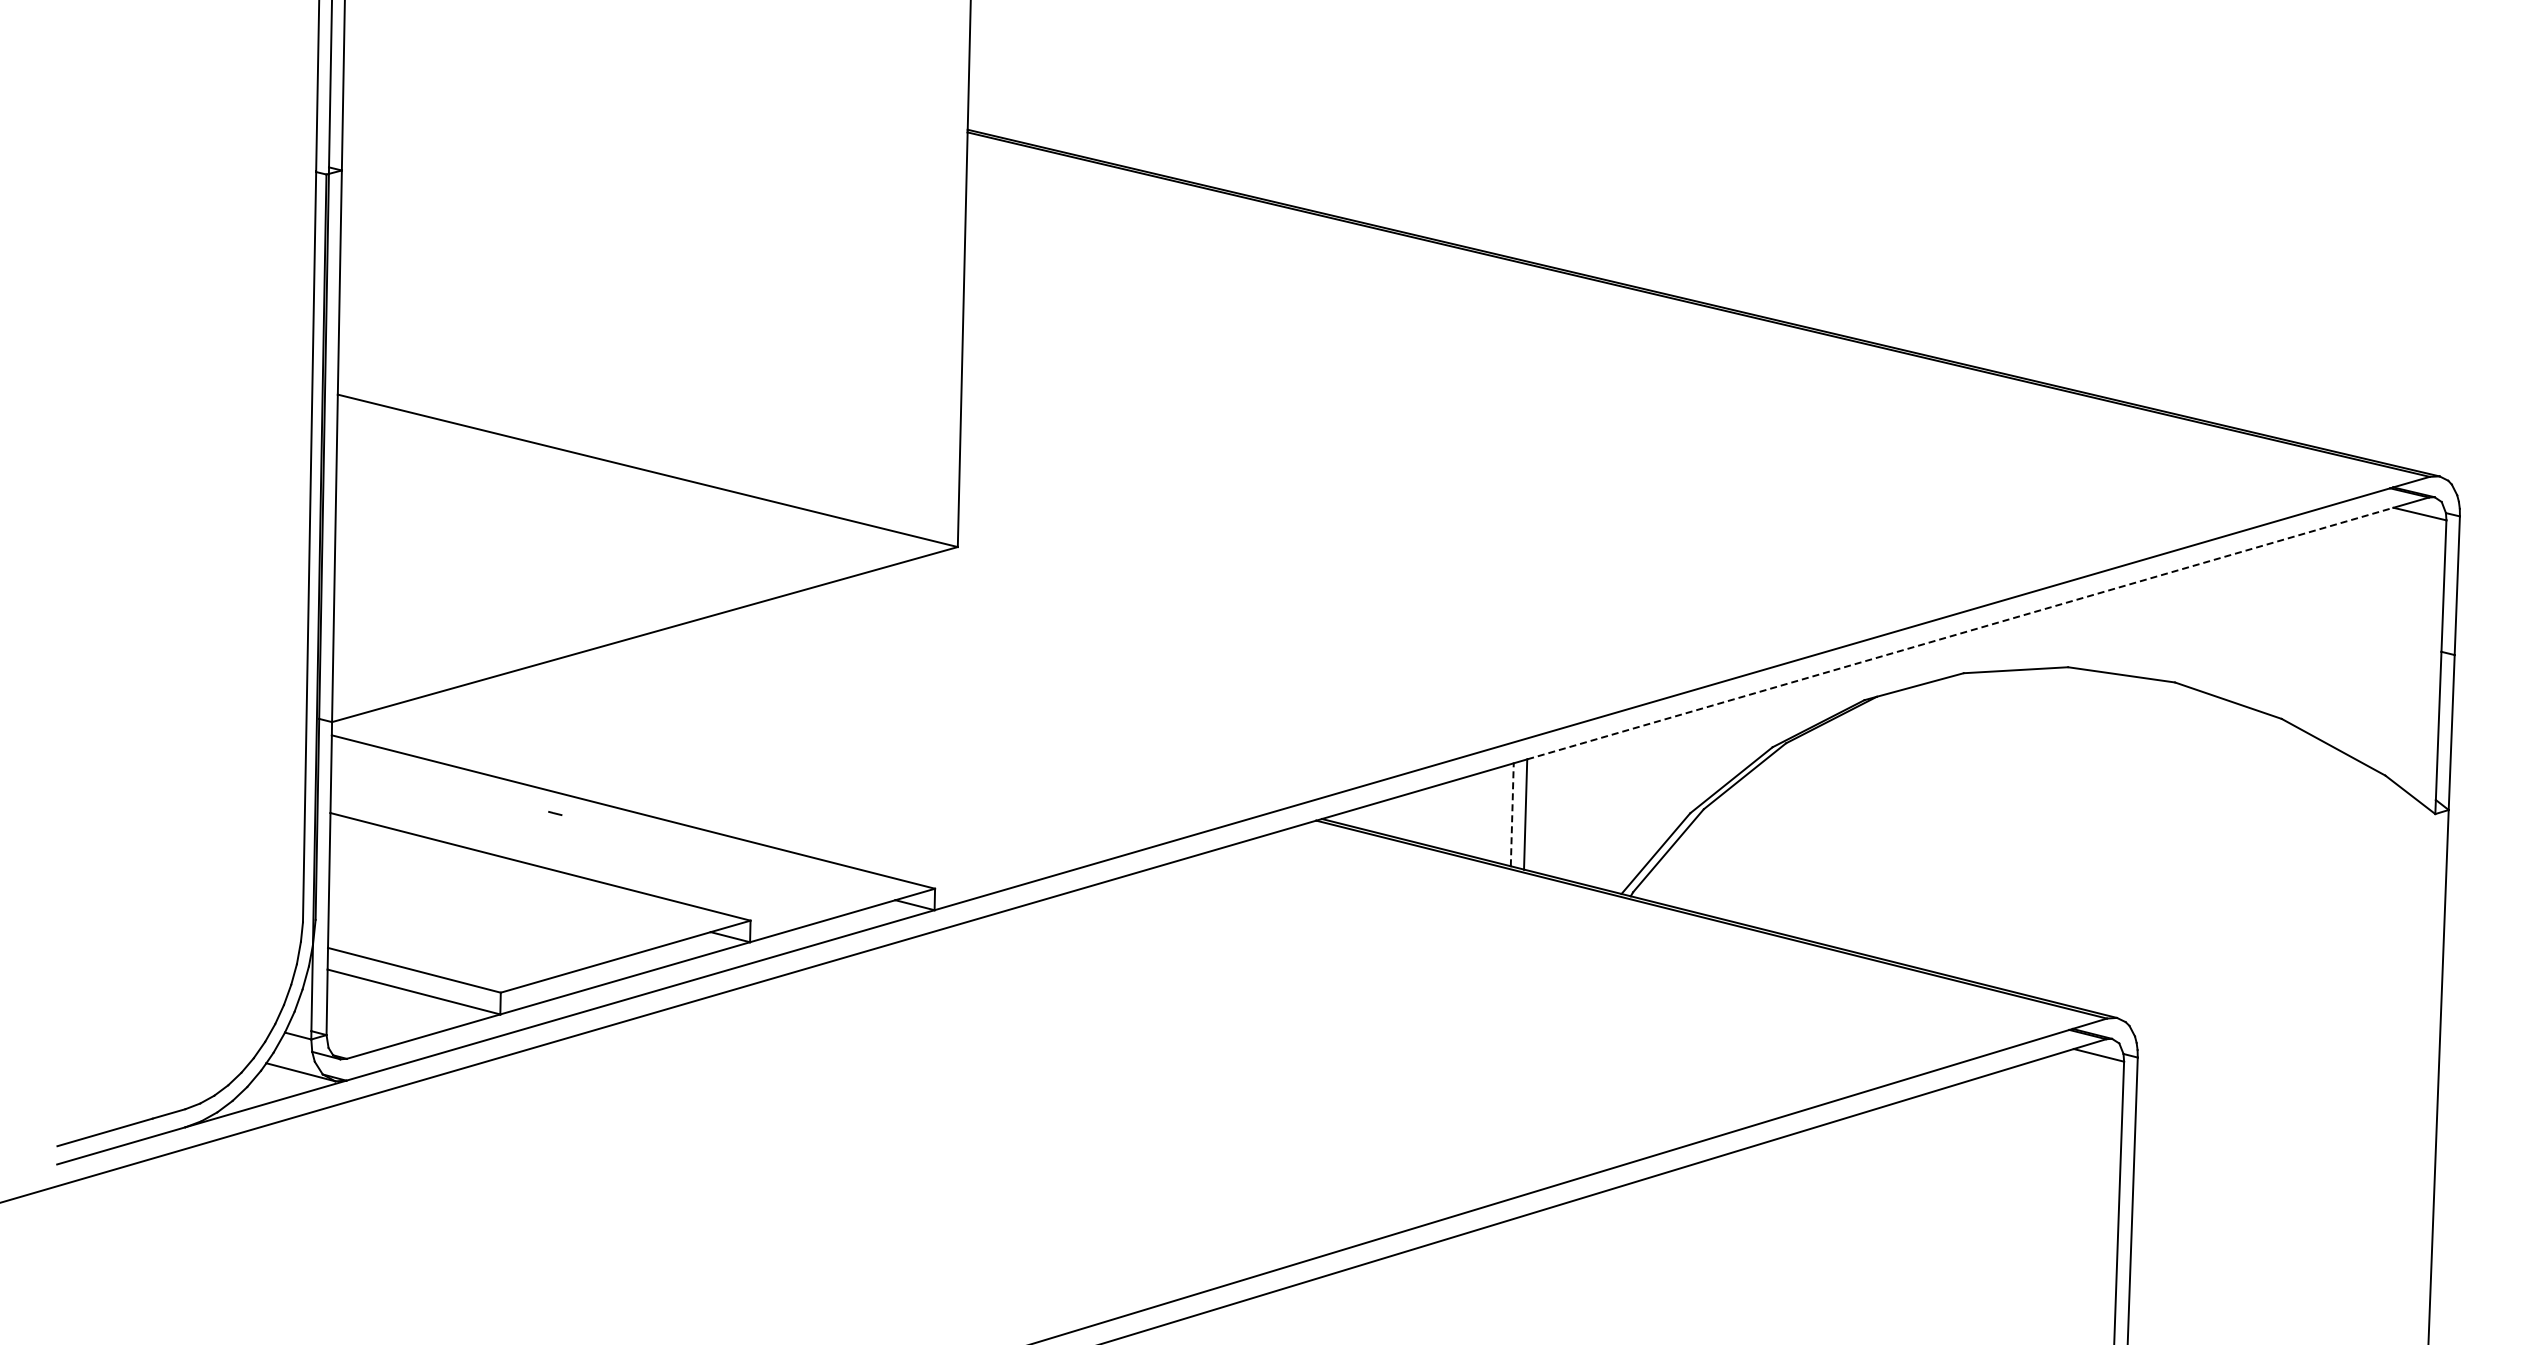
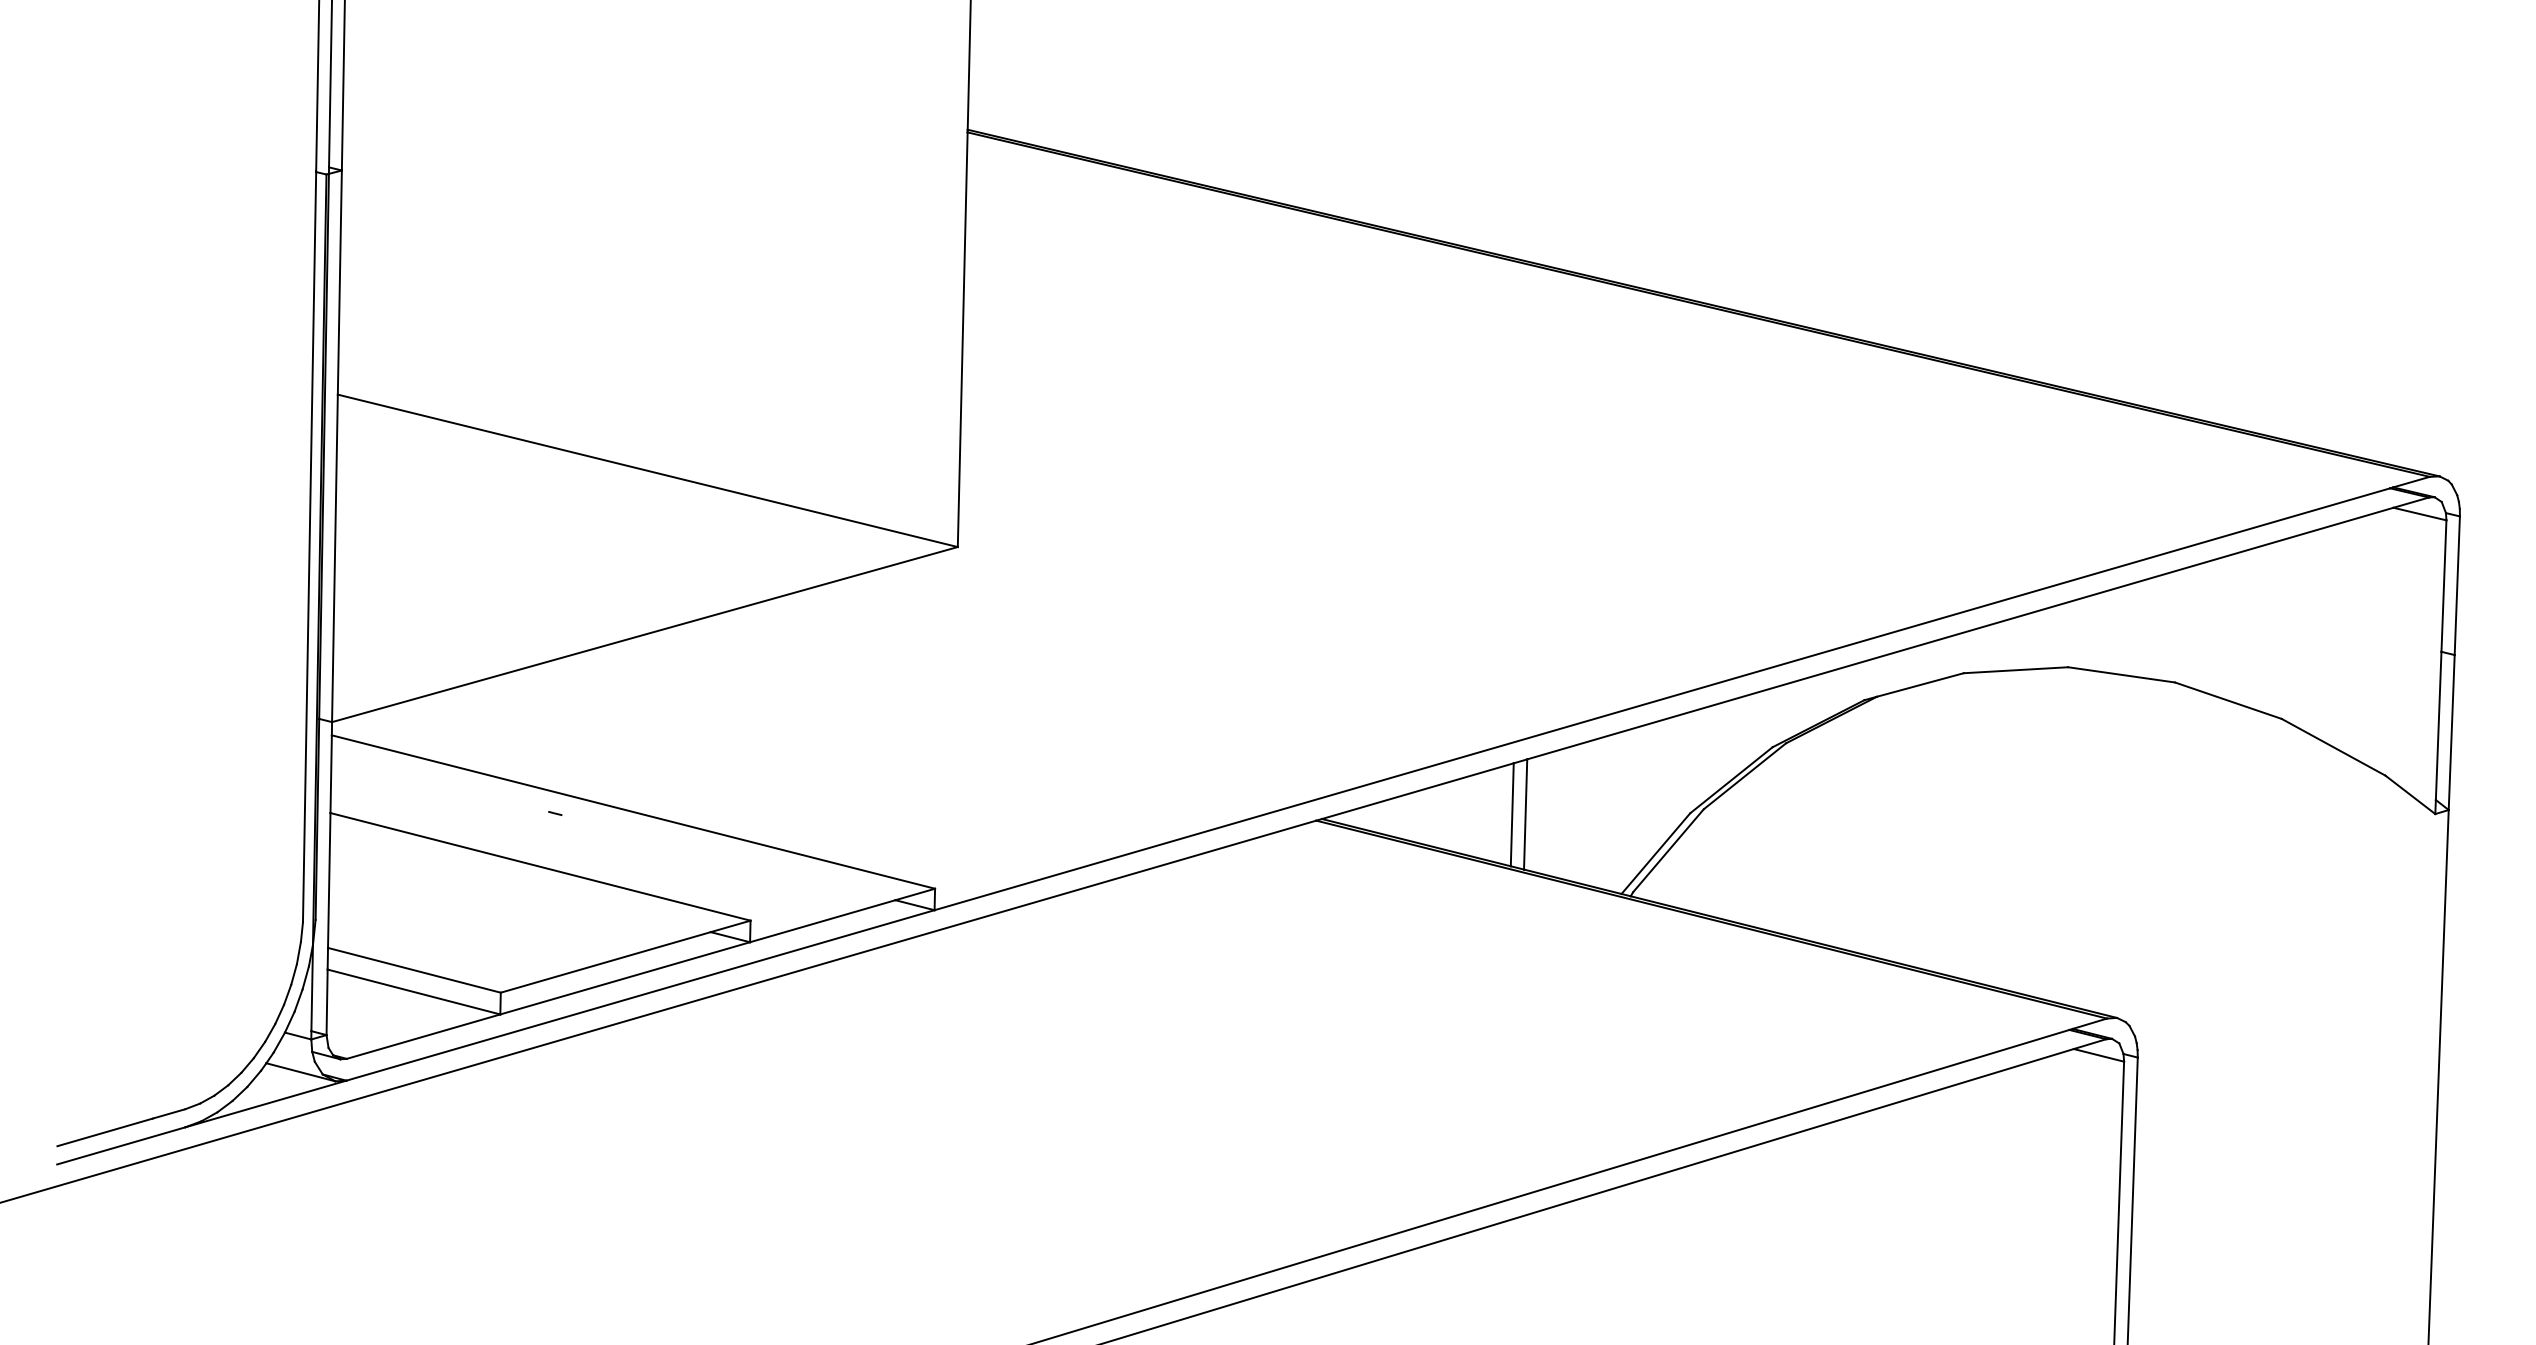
line at (1960, 633): dashed -> solid
line at (1512, 814): dashed -> solid
